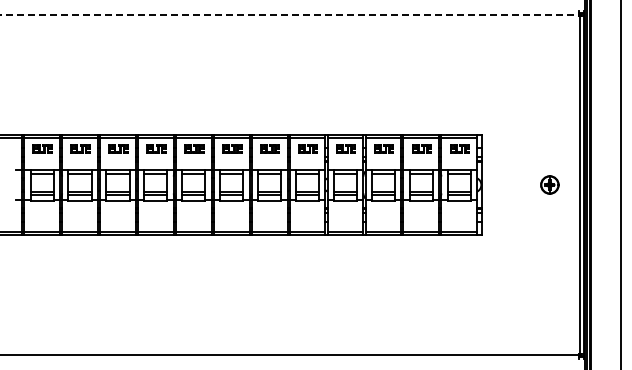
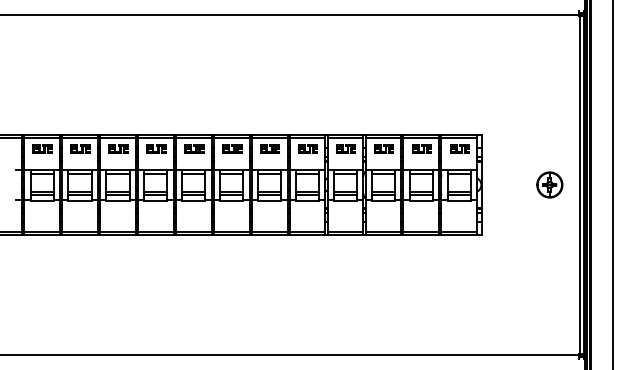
line at (290, 14): dashed -> solid
part at (549, 184) size: 20x20 px -> 28x28 px
line at (621, 184) position: (621, 184) -> (613, 184)
